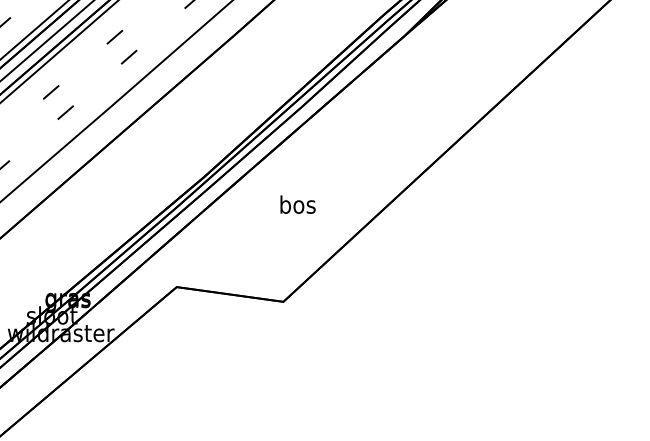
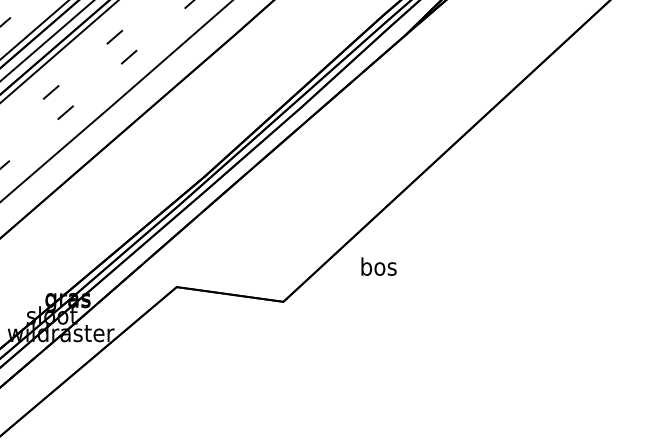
text at (297, 204) position: (297, 204) -> (378, 266)
